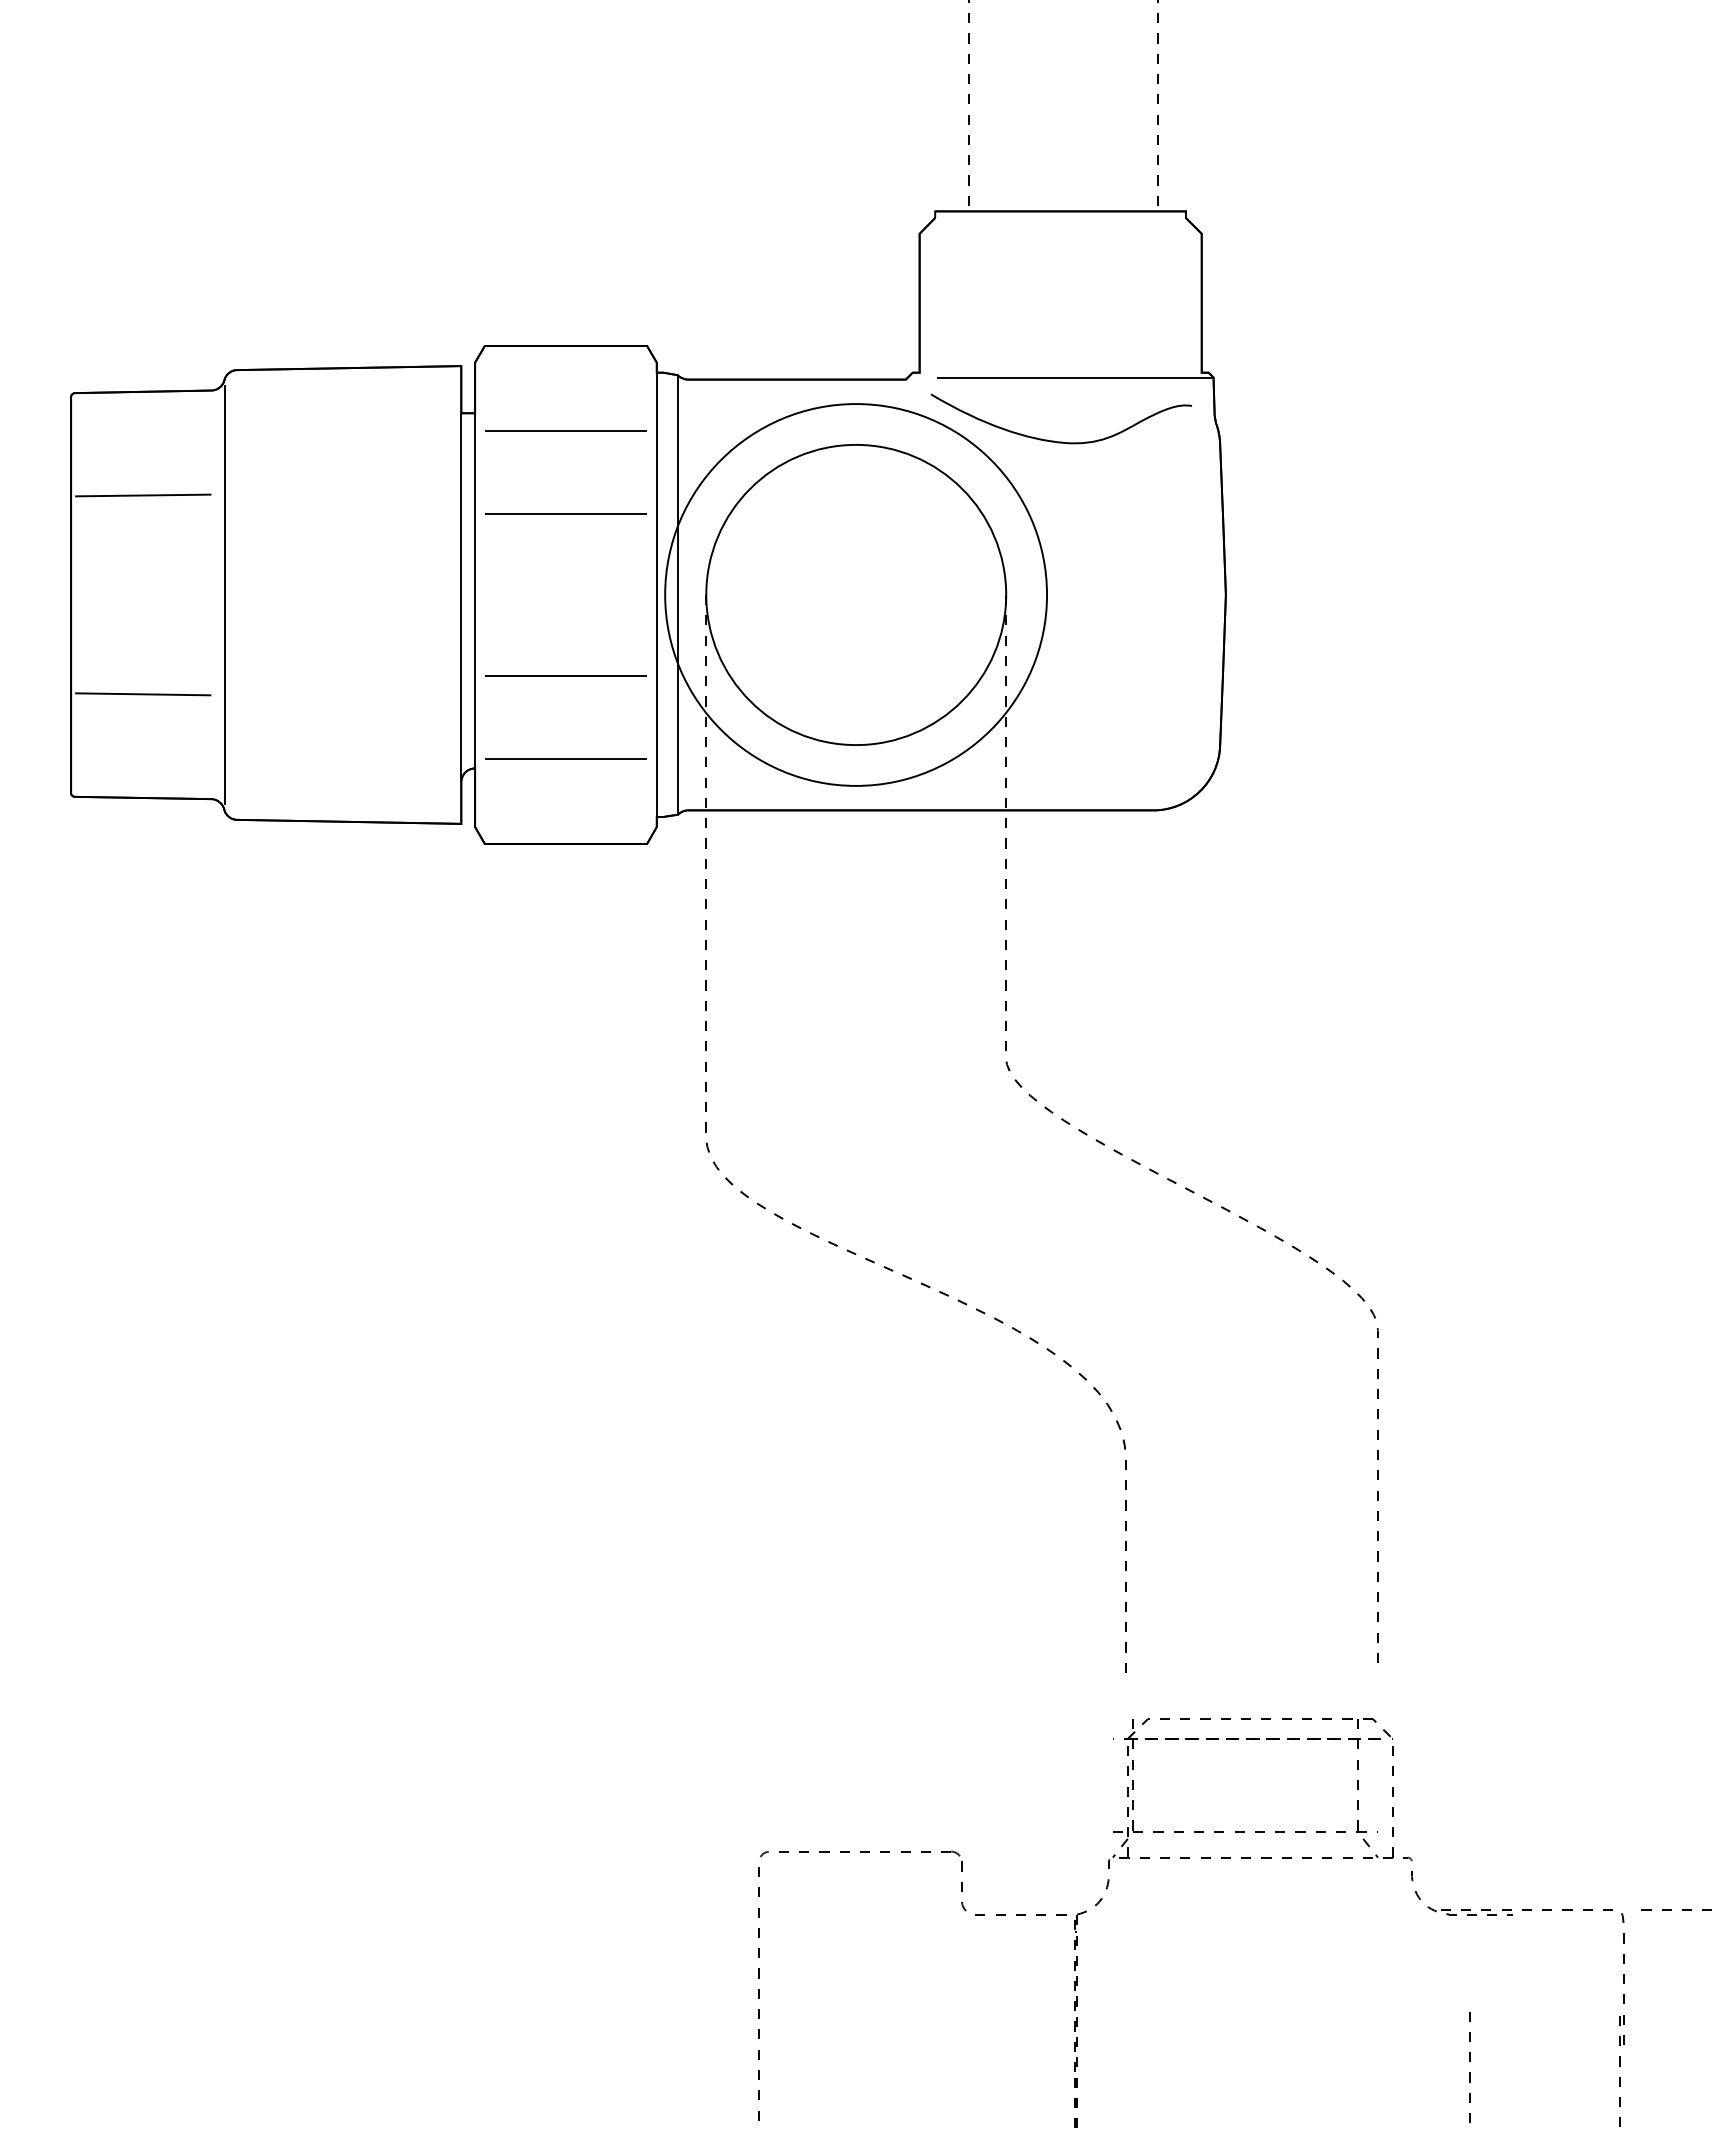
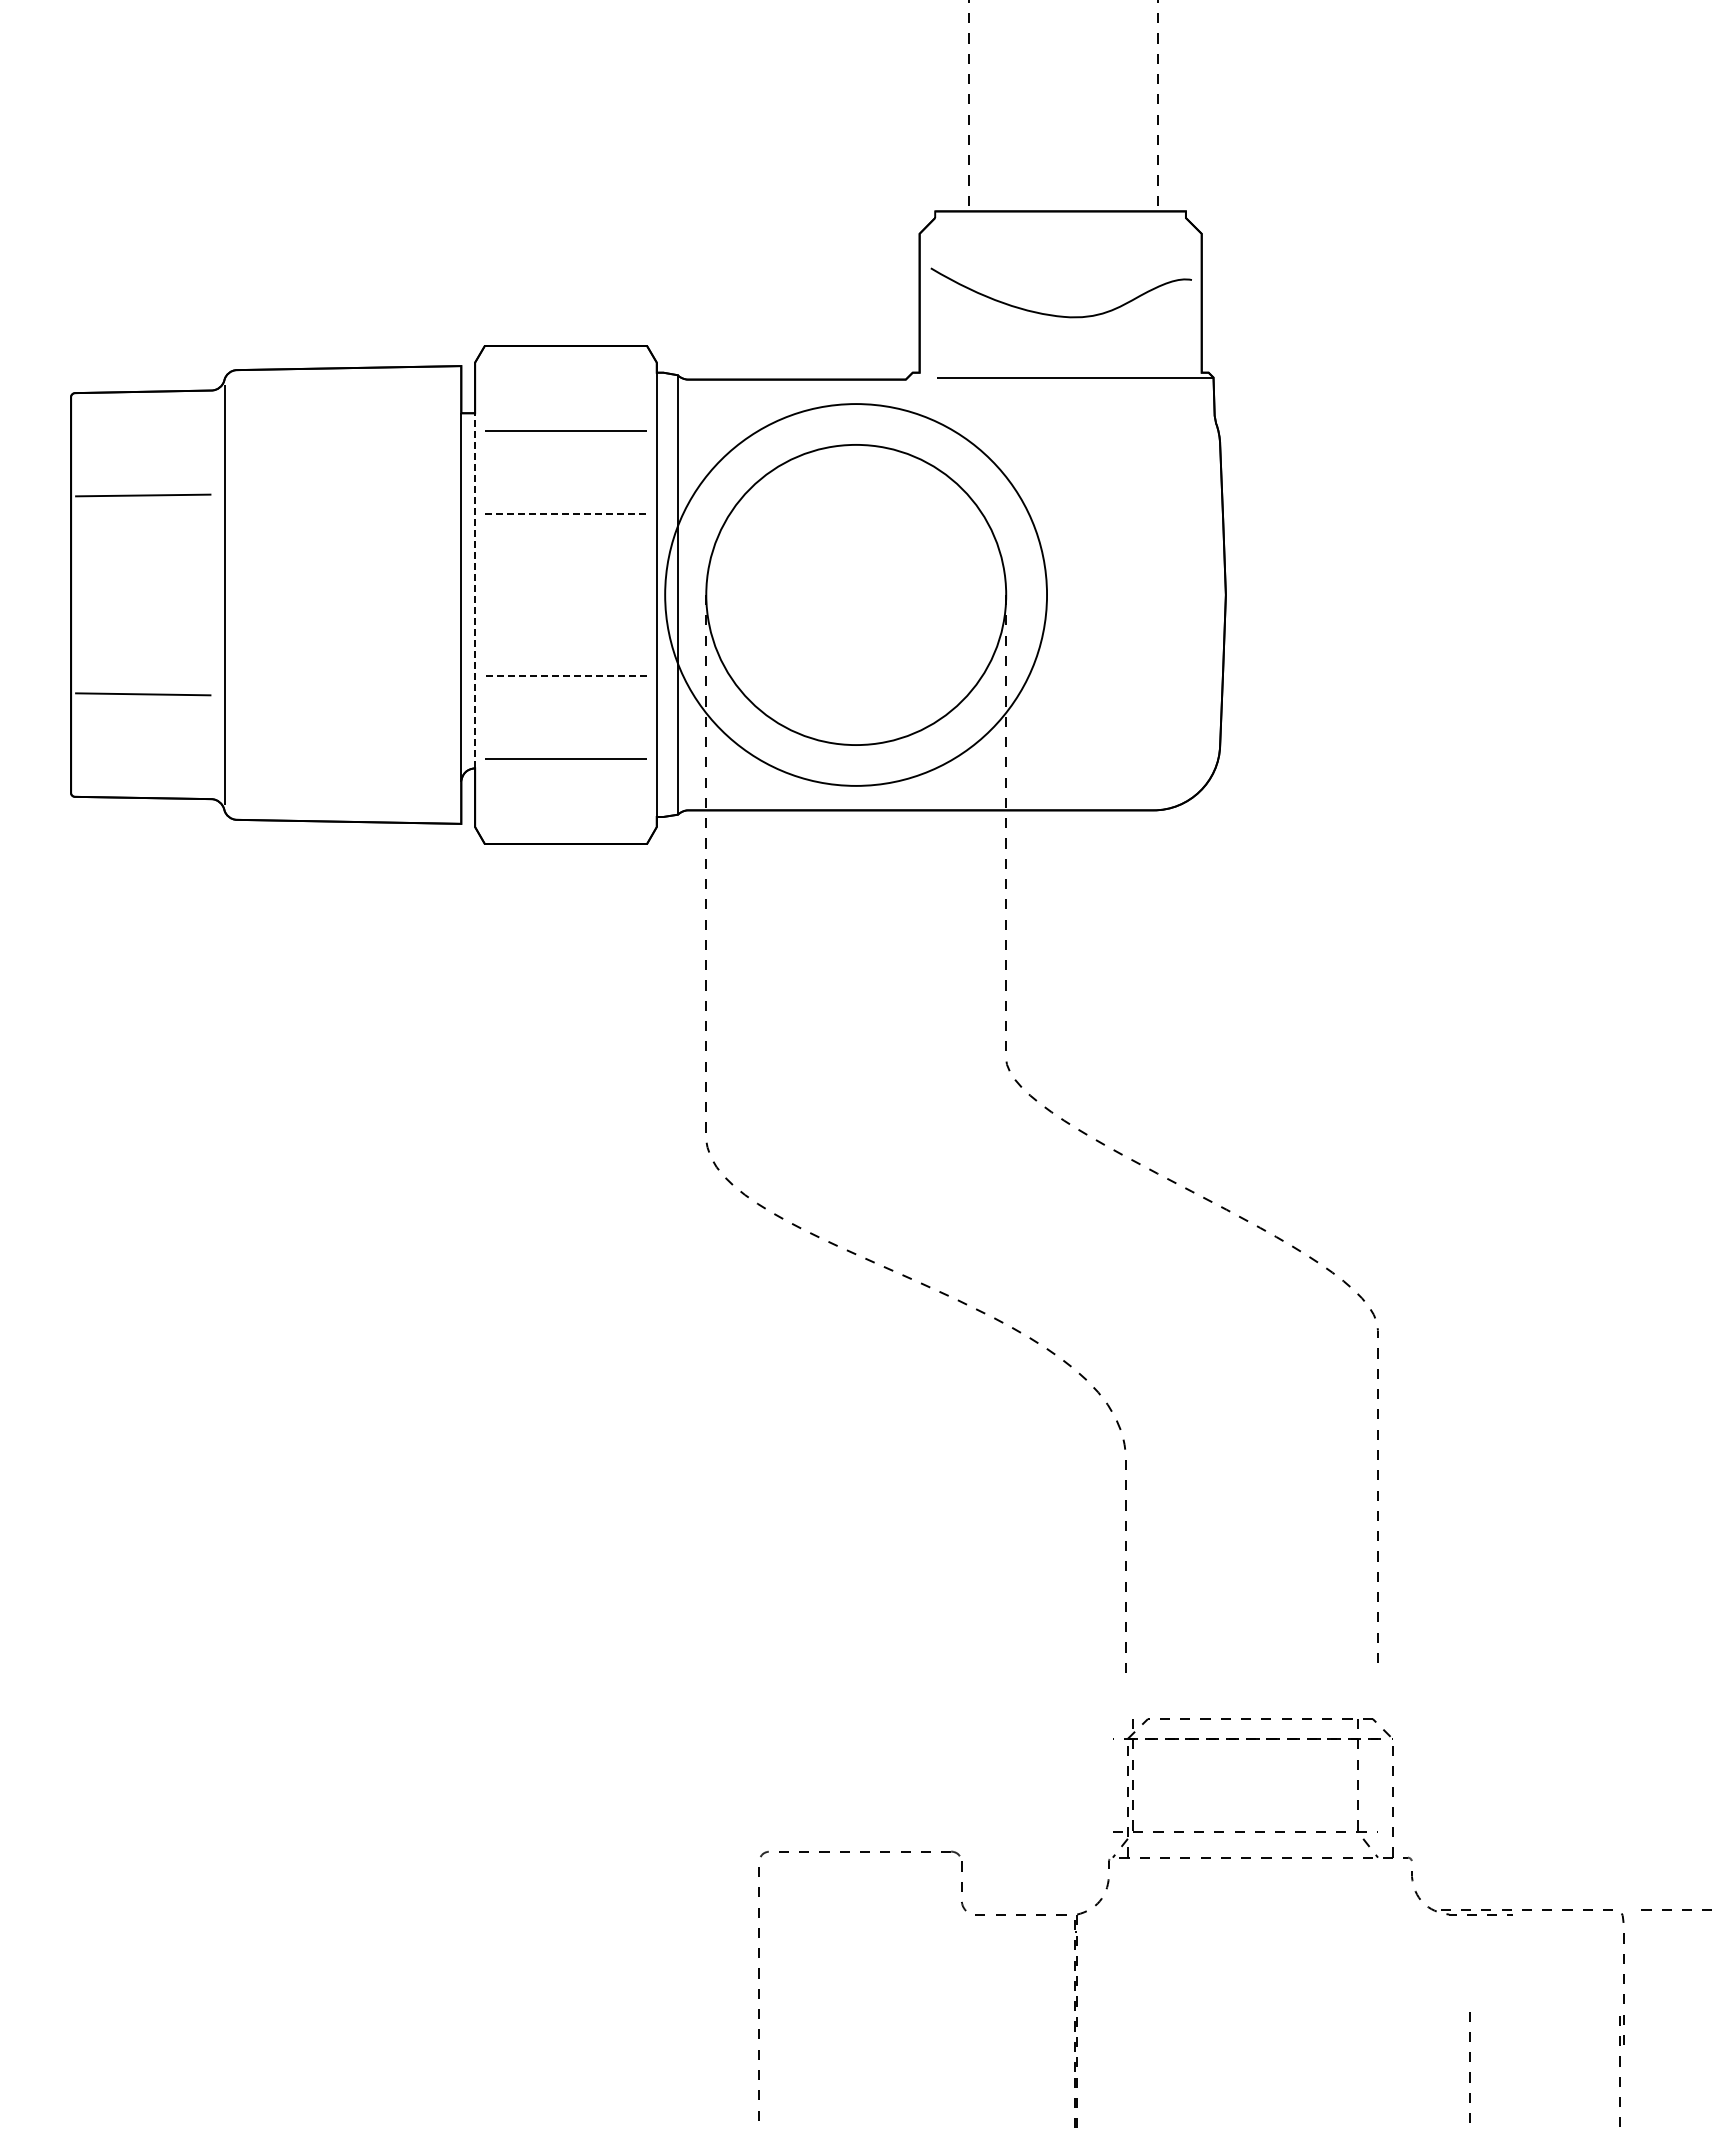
curve at (1054, 440) position: (1054, 440) -> (1054, 314)
line at (566, 514): solid -> dashed
line at (475, 590): solid -> dashed
line at (565, 675): solid -> dashed
